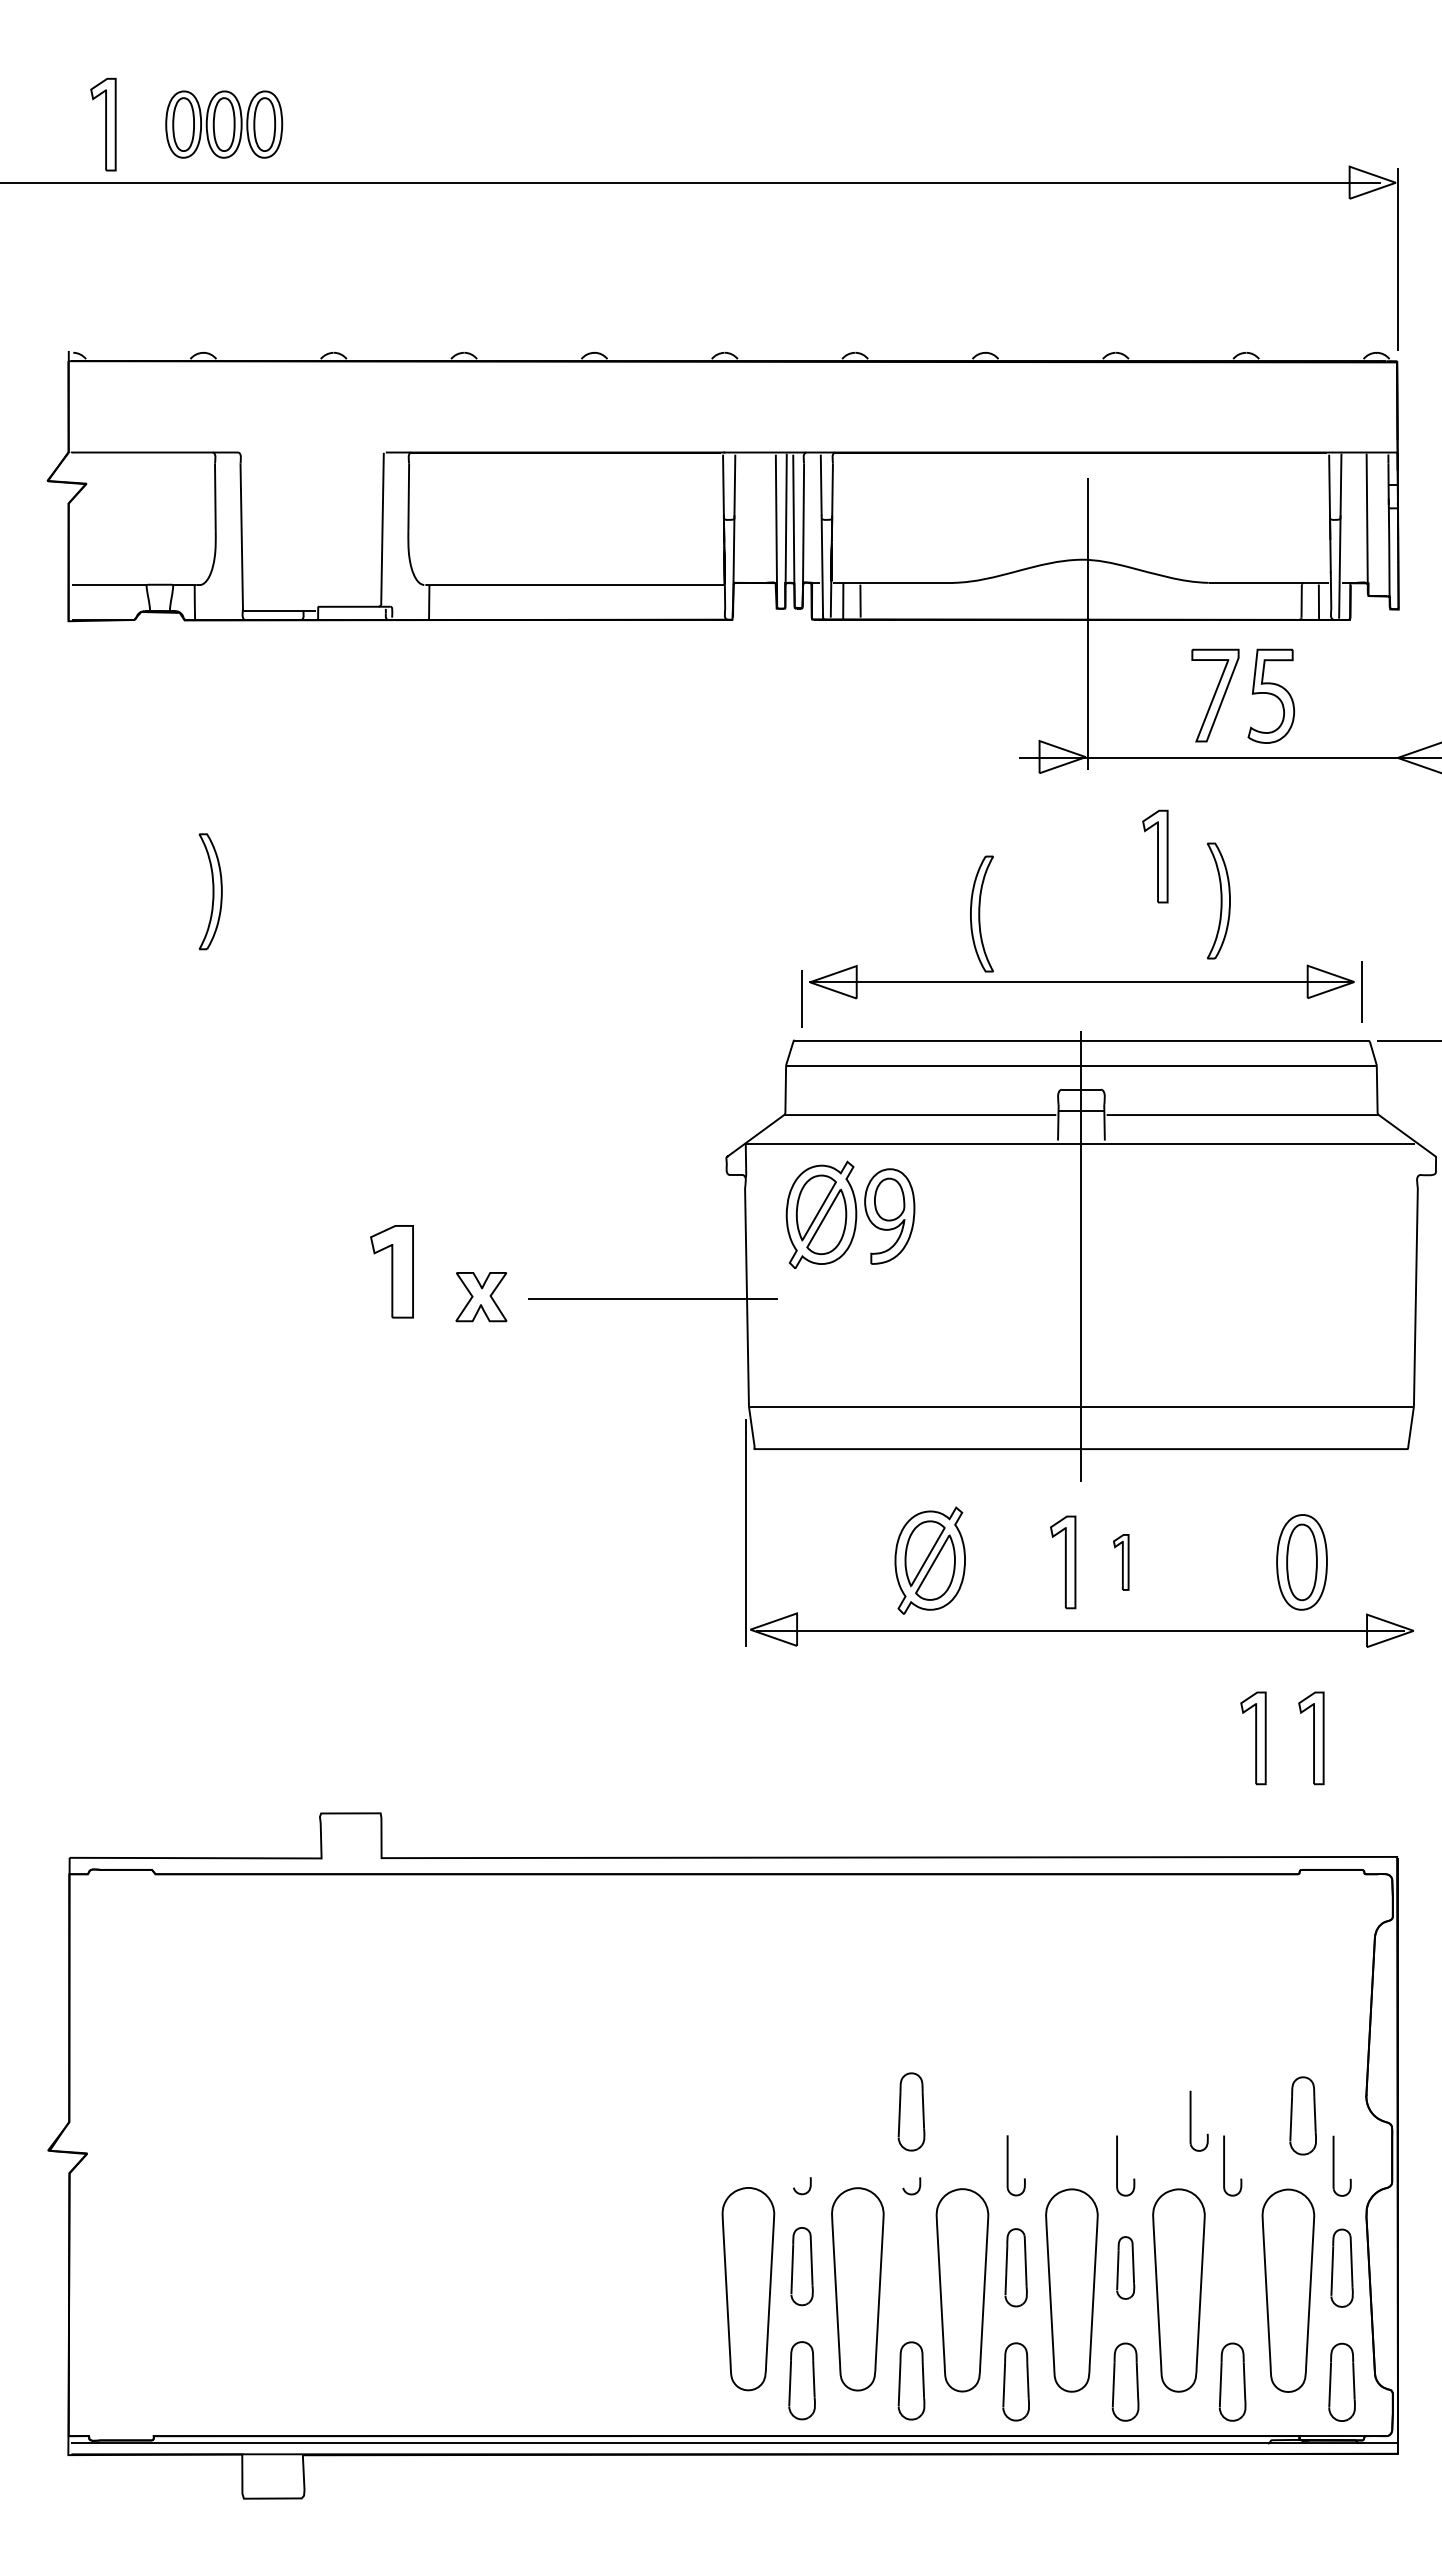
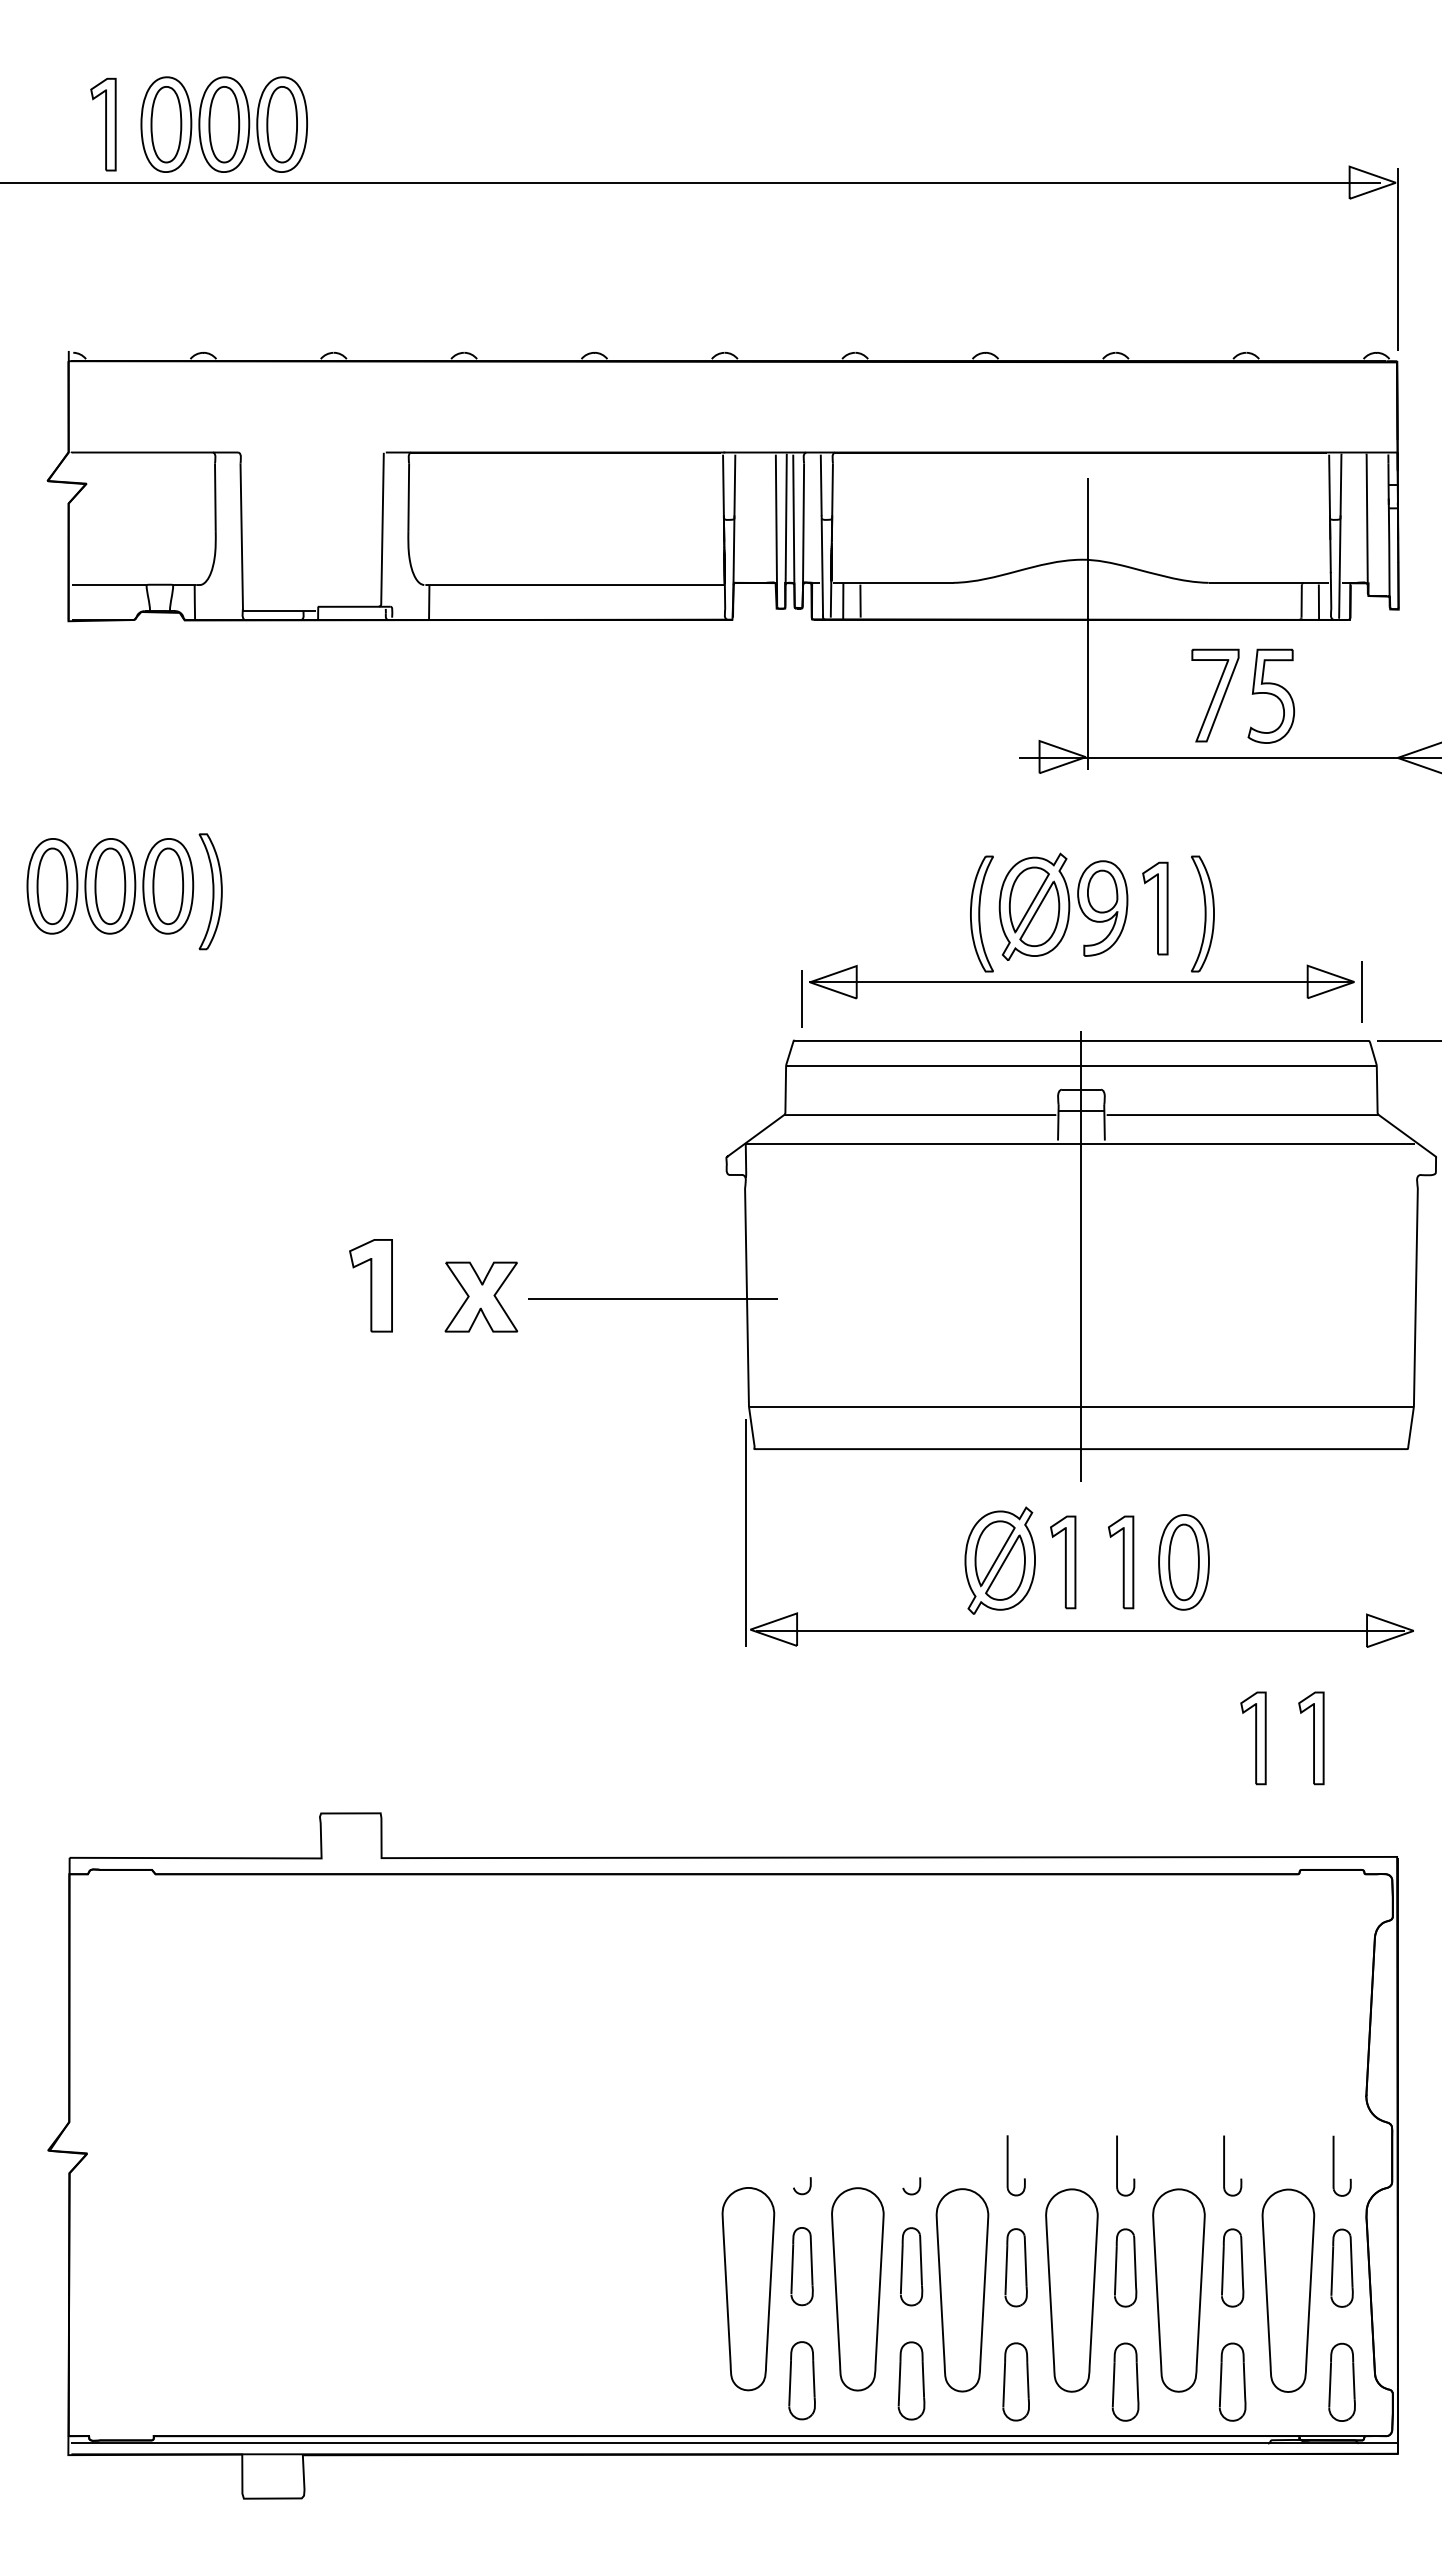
part at (224, 124) size: 119x69 px -> 168x97 px
part at (1155, 856) position: (1155, 856) -> (1155, 908)
part at (110, 886): none -> present
part at (1218, 900) position: (1218, 900) -> (1202, 913)
part at (850, 1214) position: (850, 1214) -> (1063, 906)
part at (391, 1271) position: (391, 1271) -> (370, 1285)
part at (481, 1297) size: 53x51 px -> 75x72 px
part at (929, 1560) position: (929, 1560) -> (999, 1560)
part at (1121, 1562) size: 17x57 px -> 27x95 px
part at (1301, 1562) position: (1301, 1562) -> (1183, 1562)
part at (911, 2111): present -> none
part at (1302, 2115): present -> none
part at (1191, 2120): present -> none
part at (911, 2266): none -> present
part at (1125, 2267) size: 20x64 px -> 24x80 px
part at (1232, 2267): none -> present
